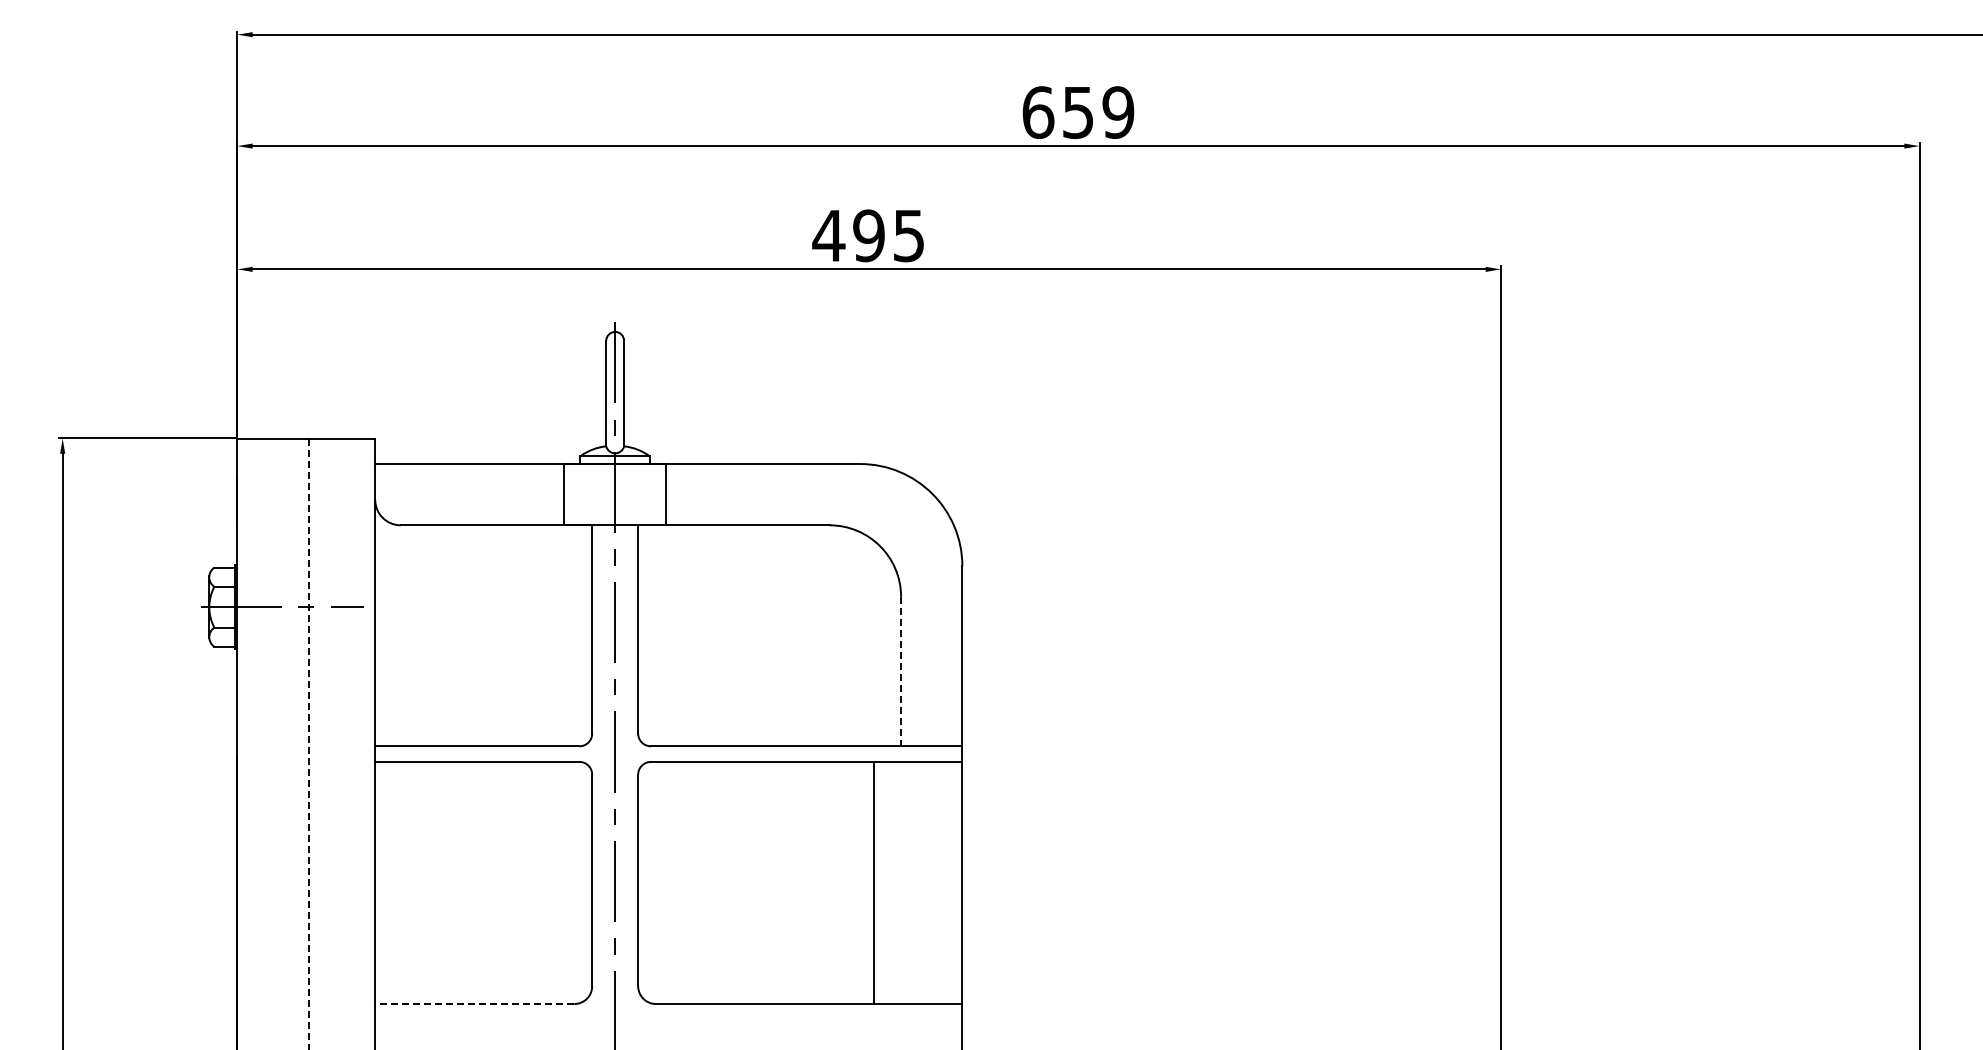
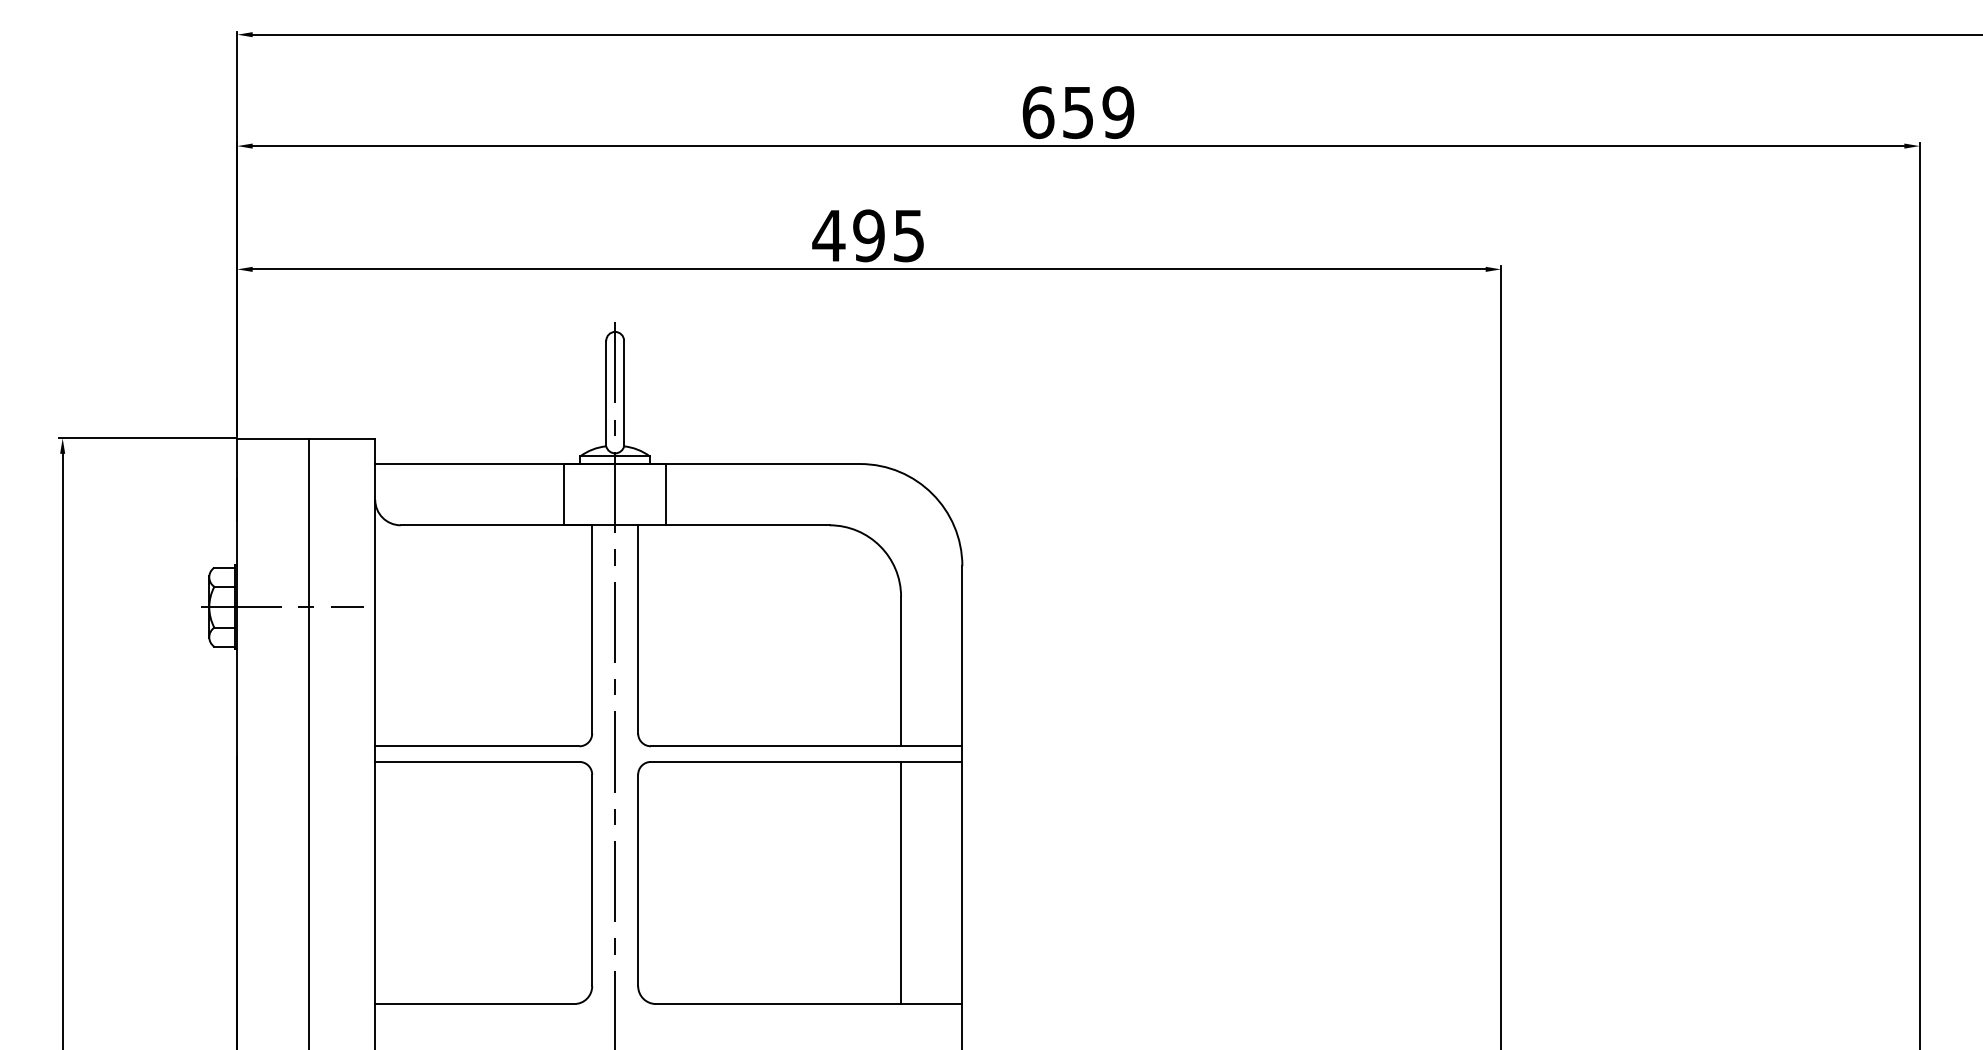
line at (901, 671): dashed -> solid
line at (308, 744): dashed -> solid
line at (874, 882) position: (874, 882) -> (901, 882)
line at (474, 1004): dashed -> solid
